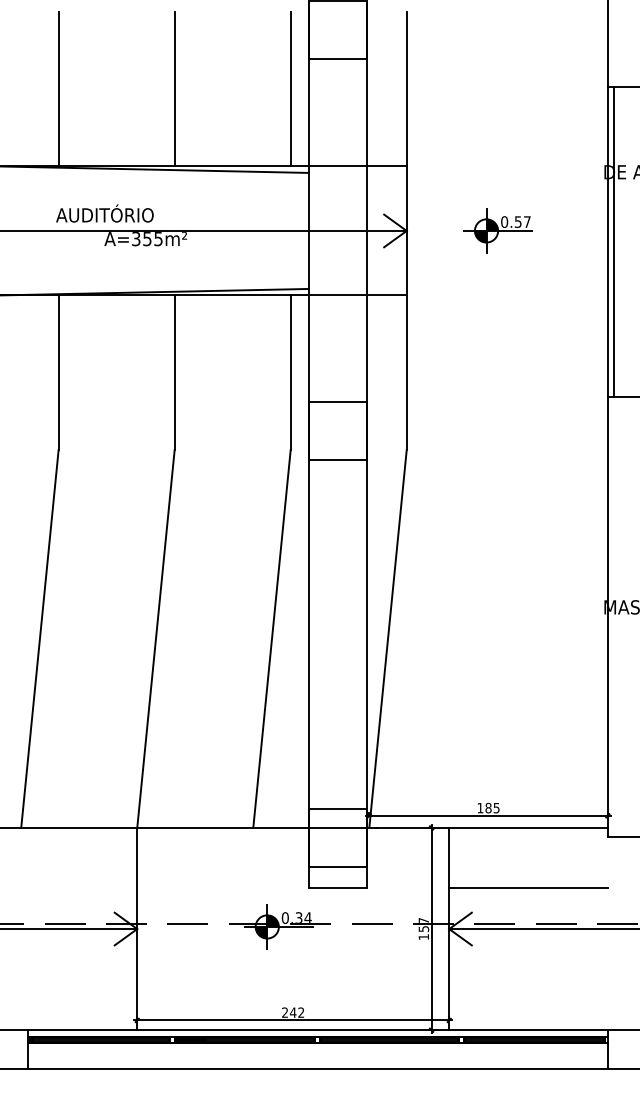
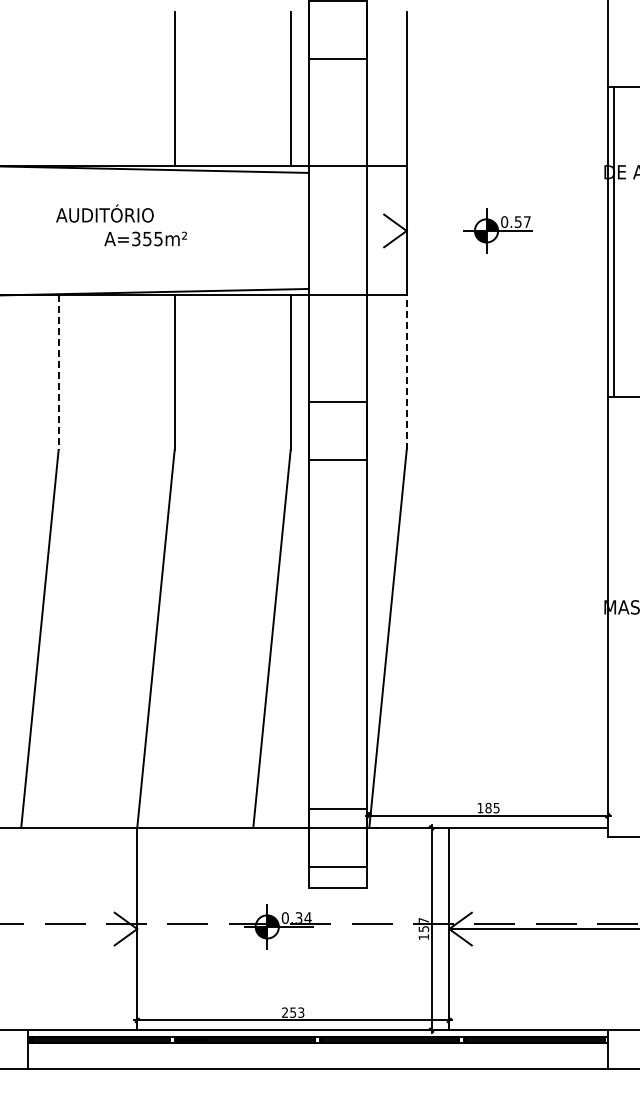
line at (58, 88): present -> none
line at (204, 230): present -> none
line at (406, 372): solid -> dashed
line at (58, 373): solid -> dashed
line at (528, 888): present -> none
line at (69, 929): present -> none
text at (296, 1012): 242 -> 253
